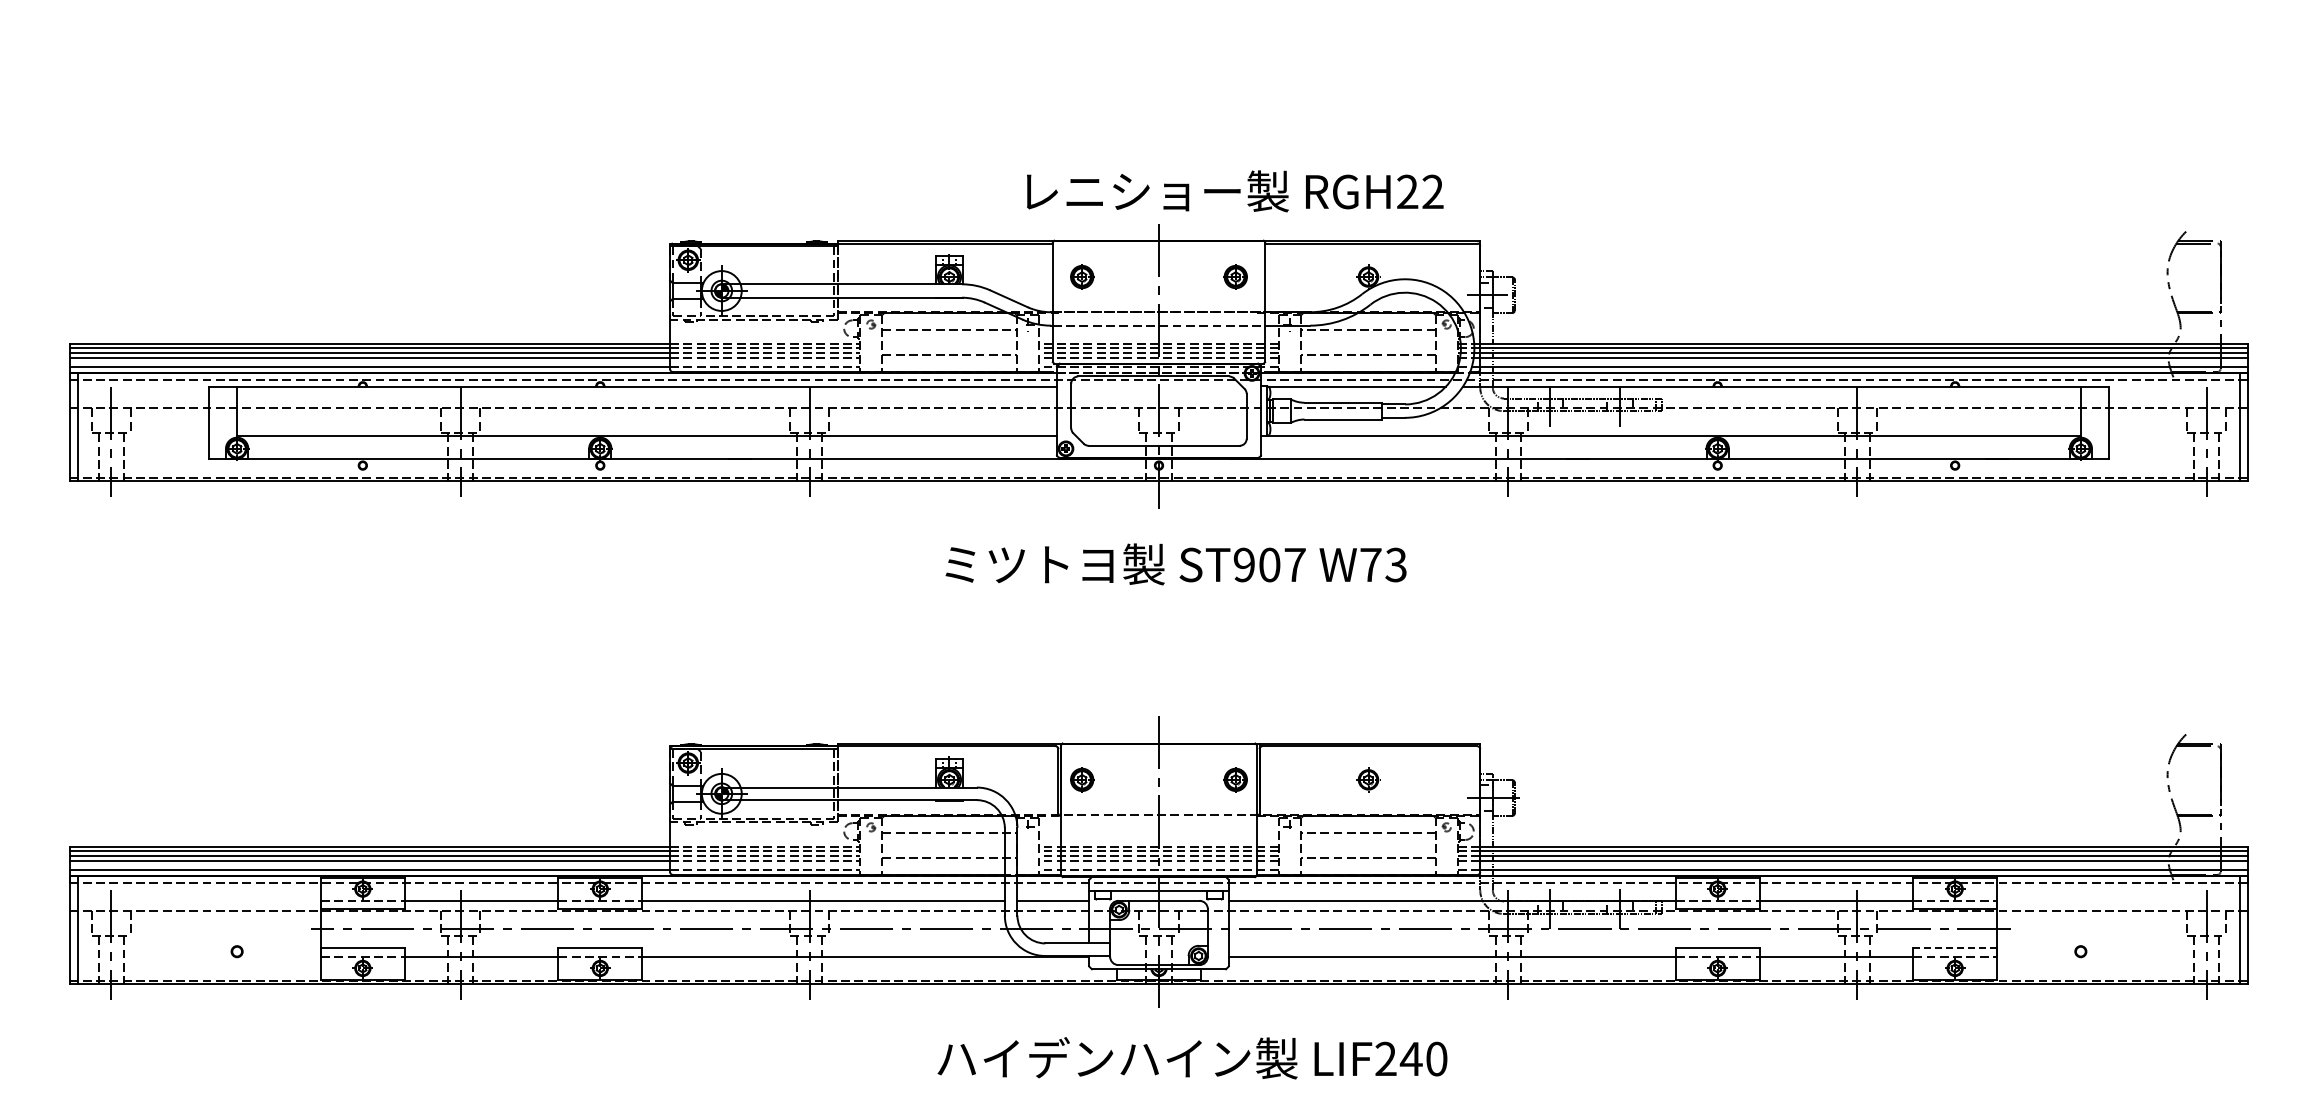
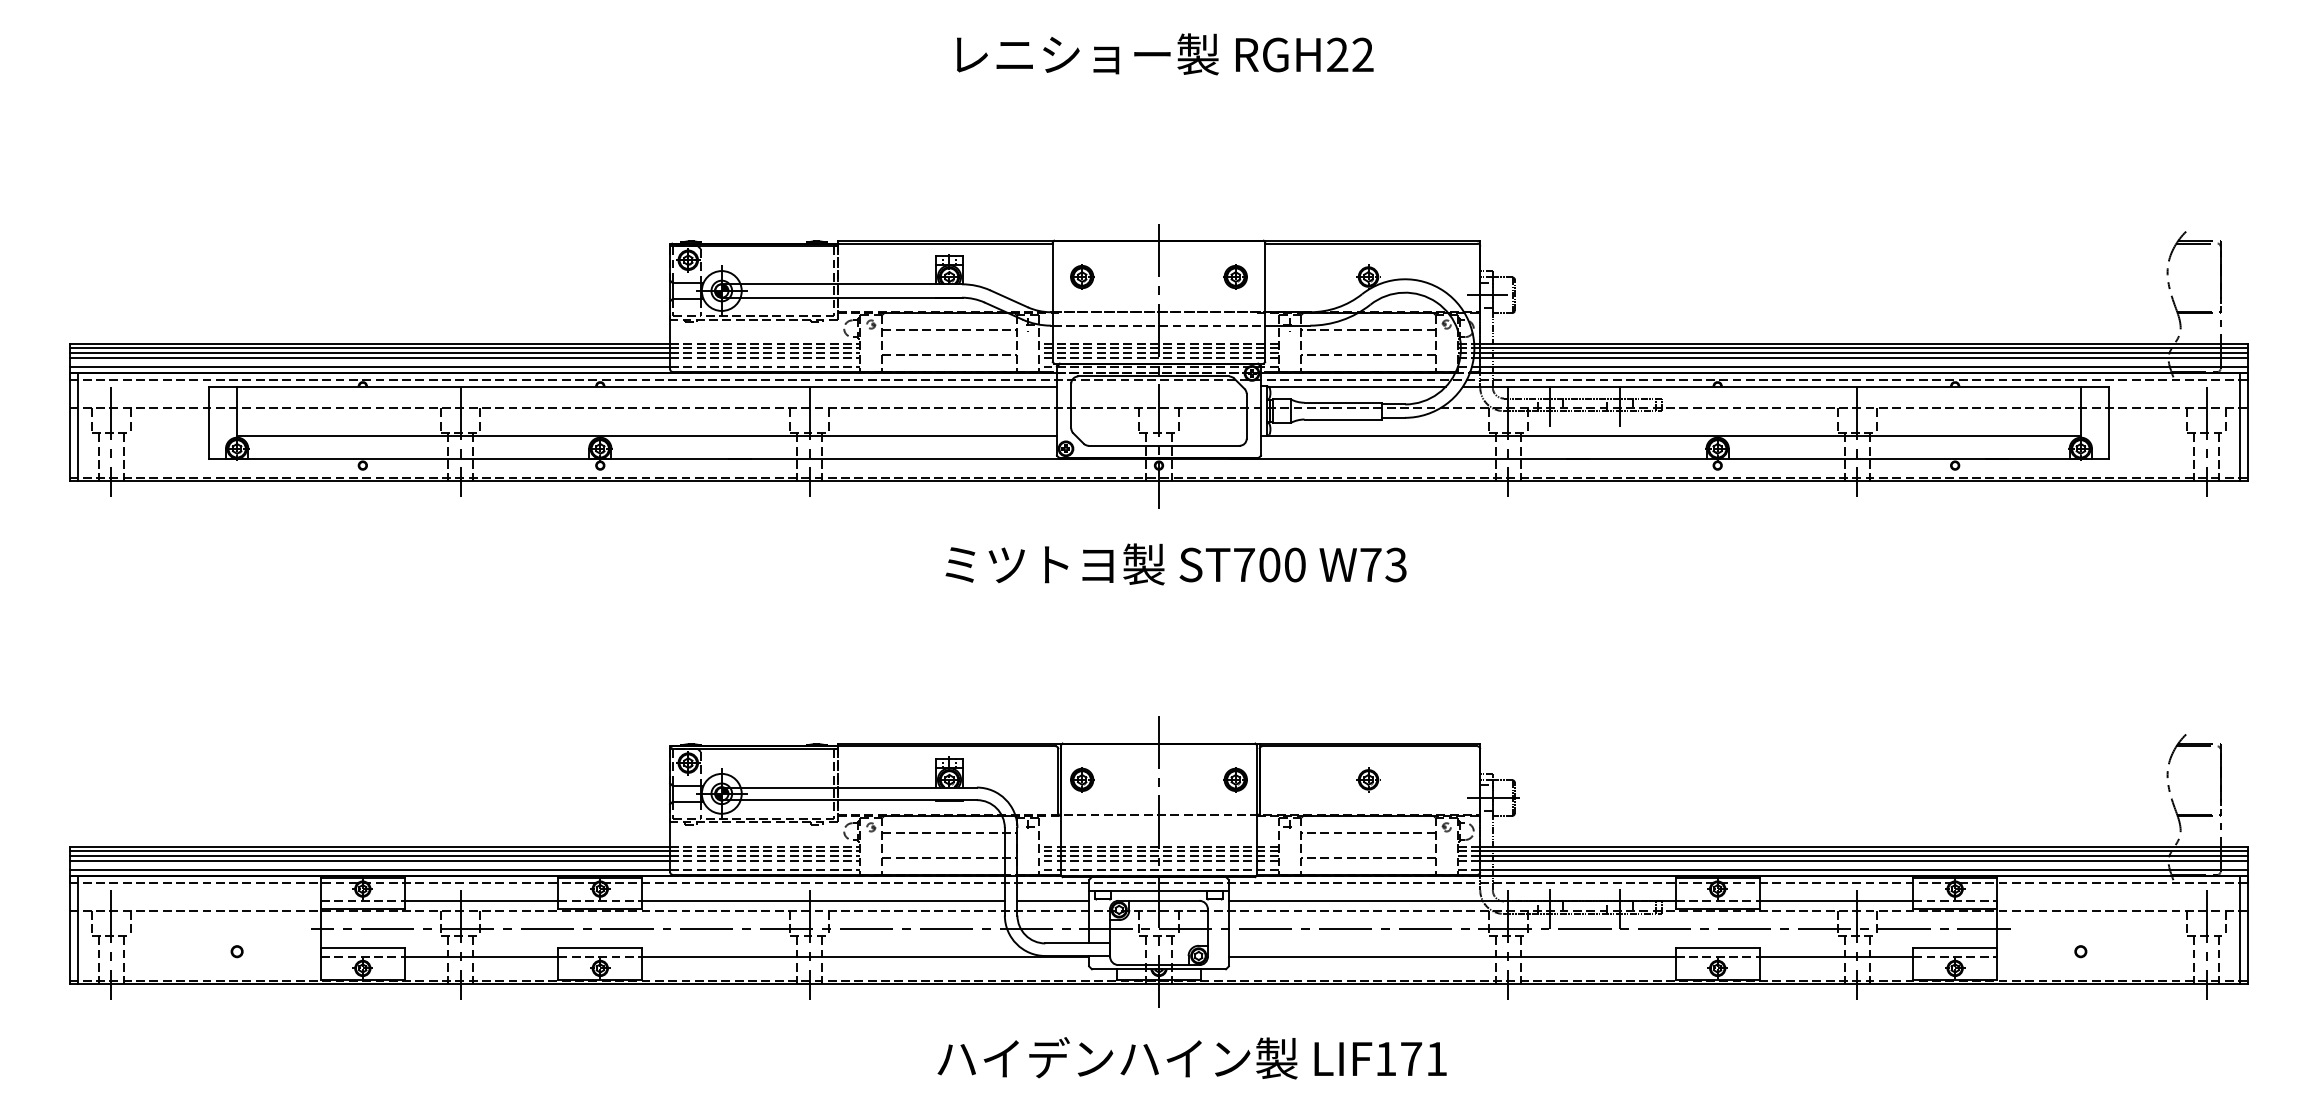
text at (1235, 191) position: (1235, 191) -> (1165, 54)
text at (1269, 564): ST907 -> ST700
line at (1955, 948): dashed -> solid
text at (1411, 1058): LIF240 -> LIF171
